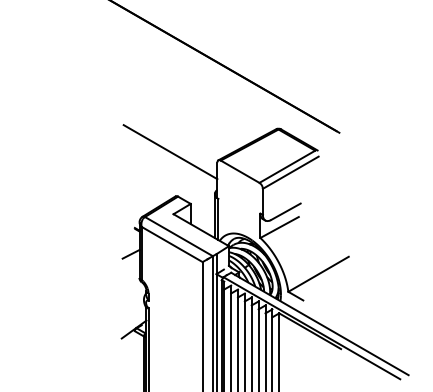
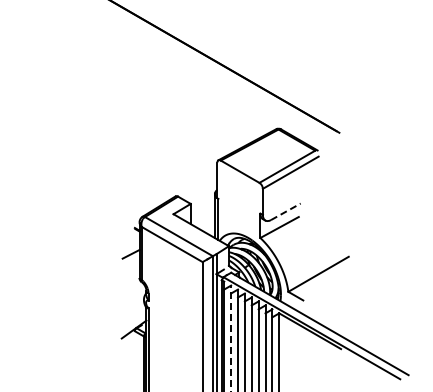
line at (170, 152): present -> none
line at (285, 211): solid -> dashed
line at (231, 338): solid -> dashed
